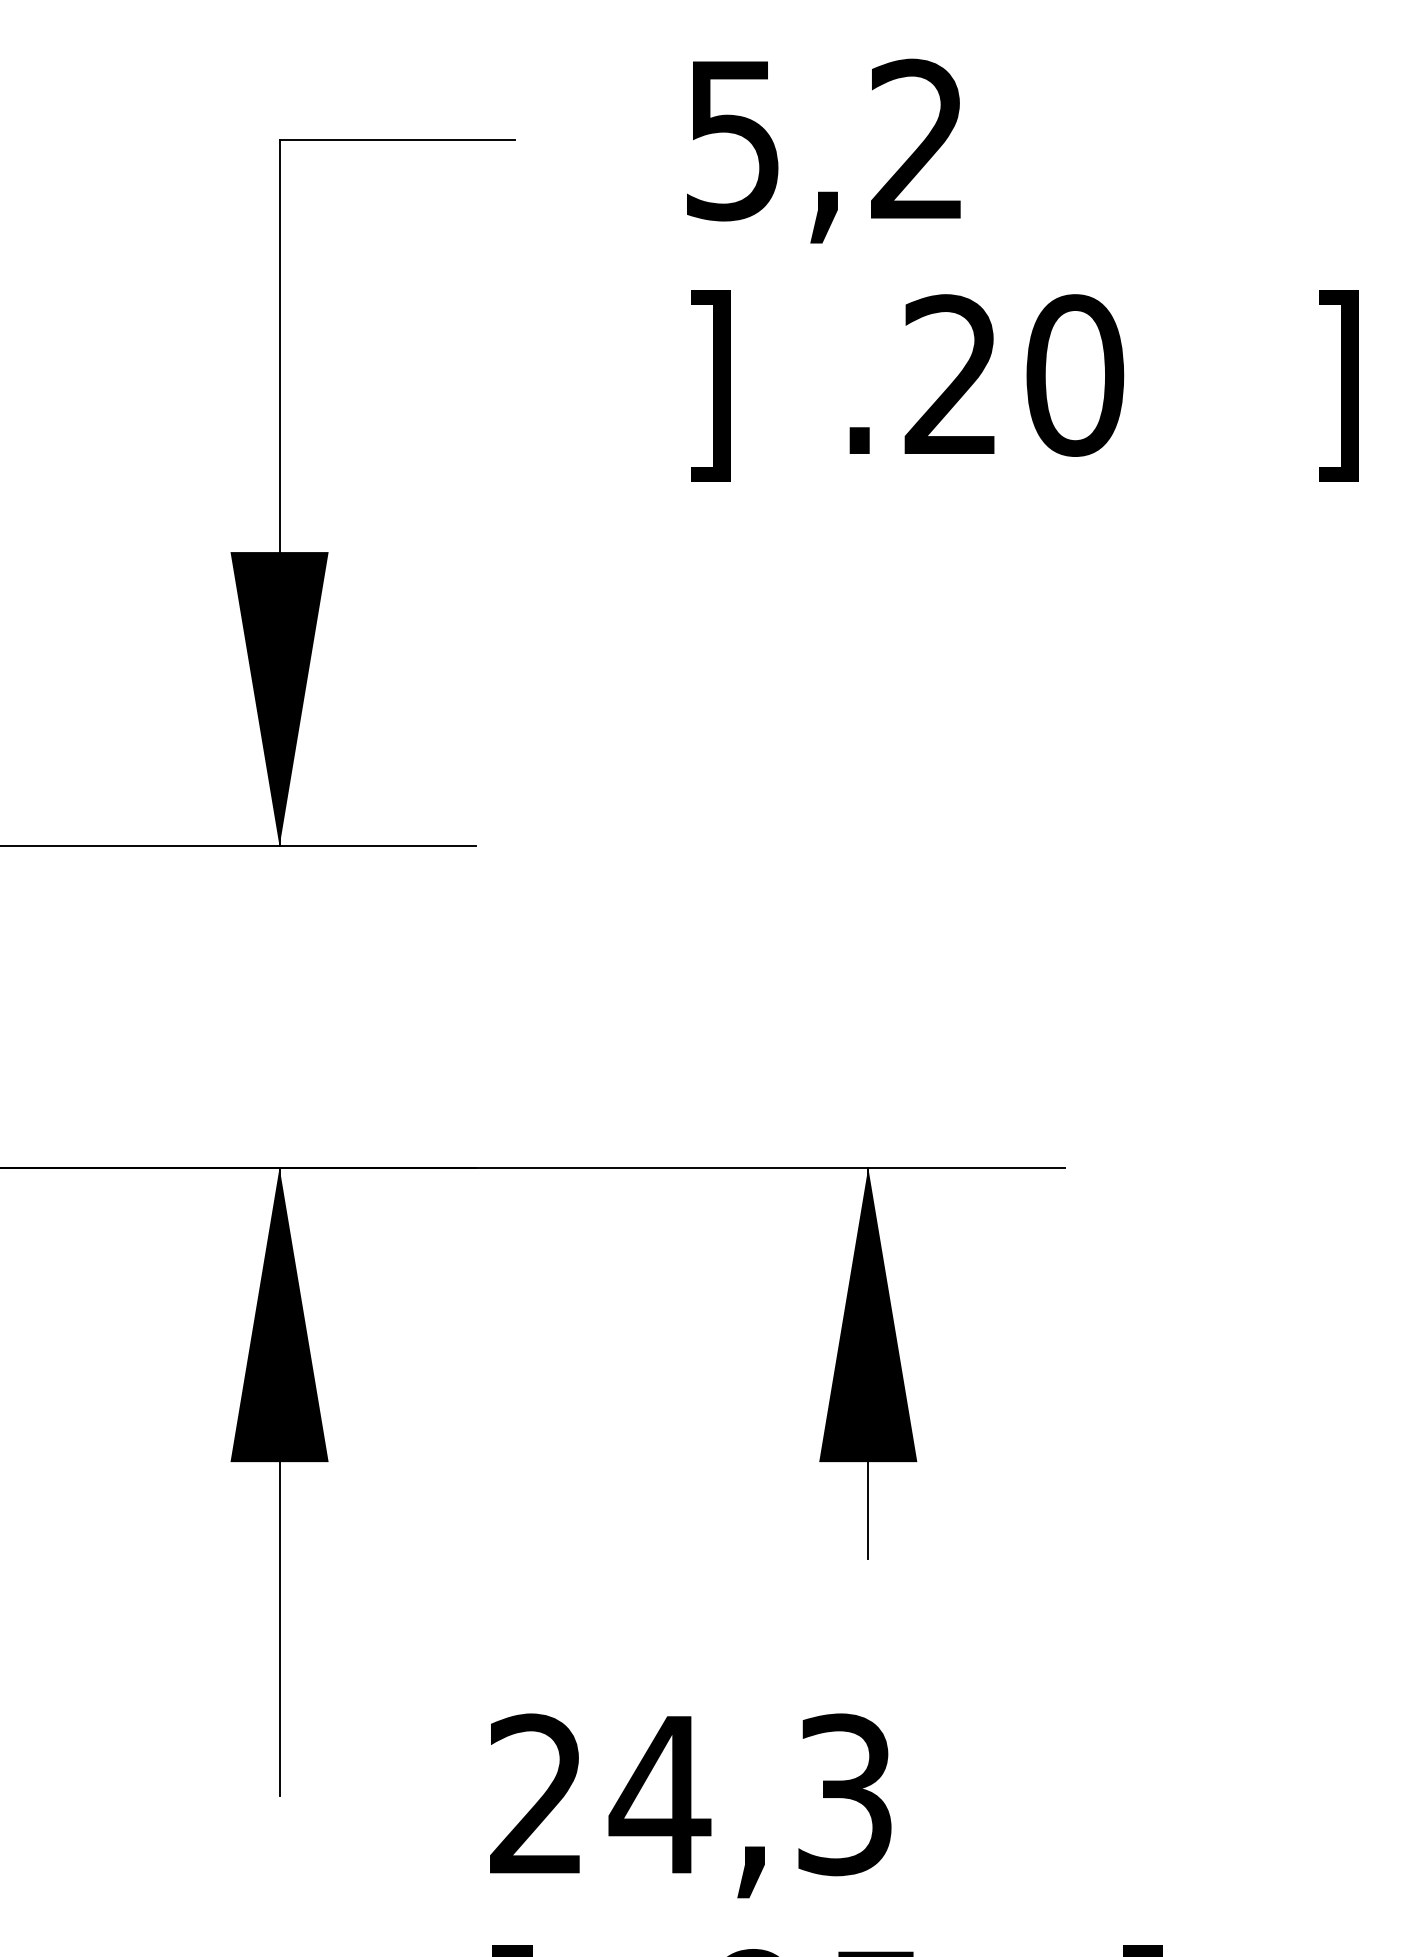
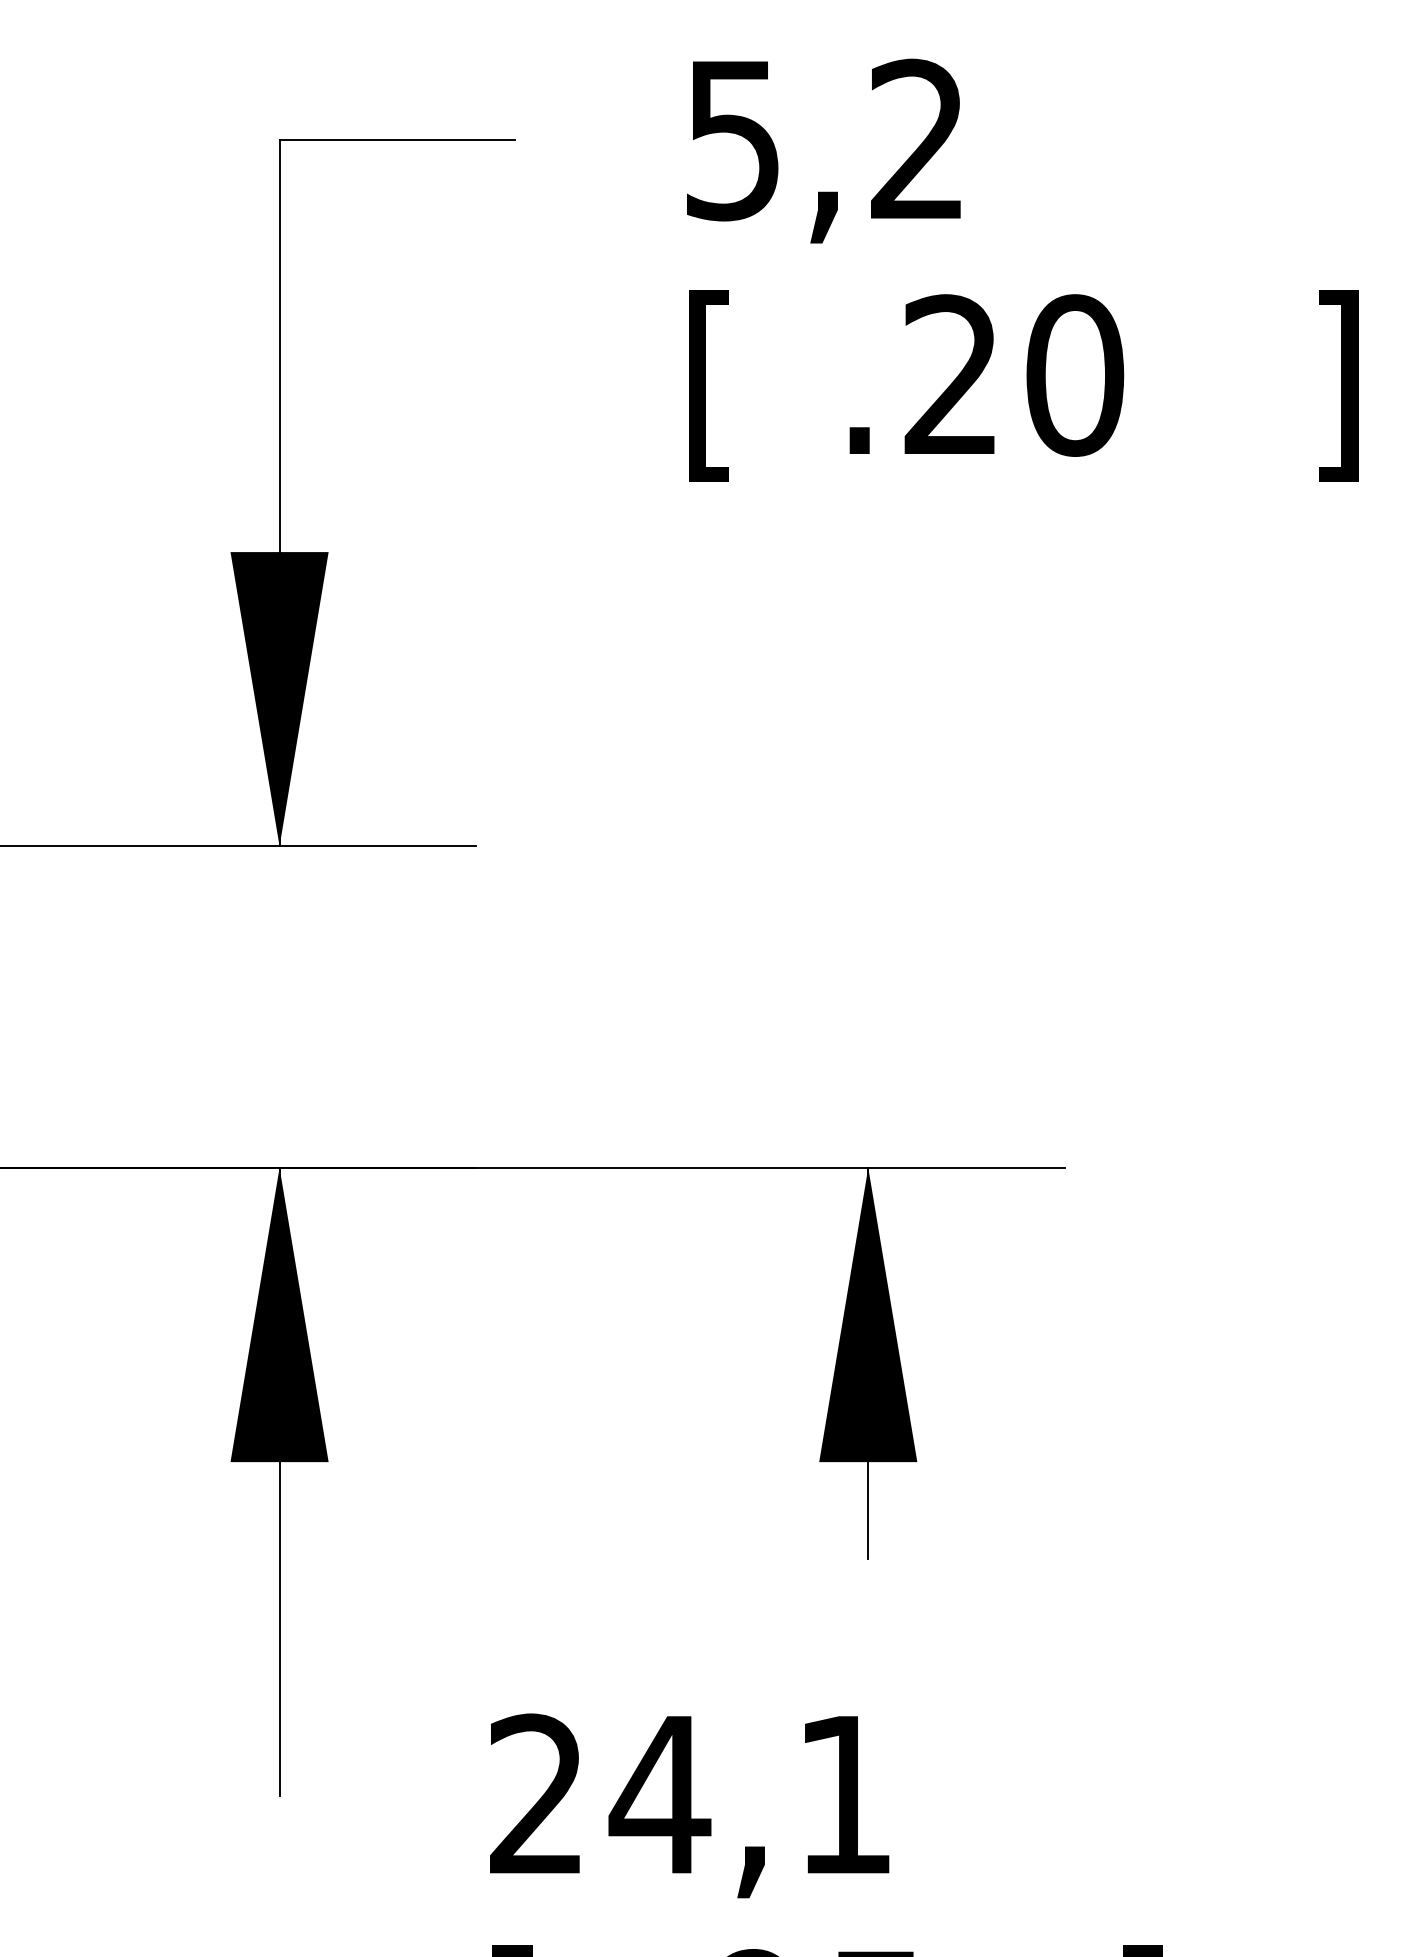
text at (709, 385): ] -> [
text at (844, 1794): 24,3 -> 24,1
